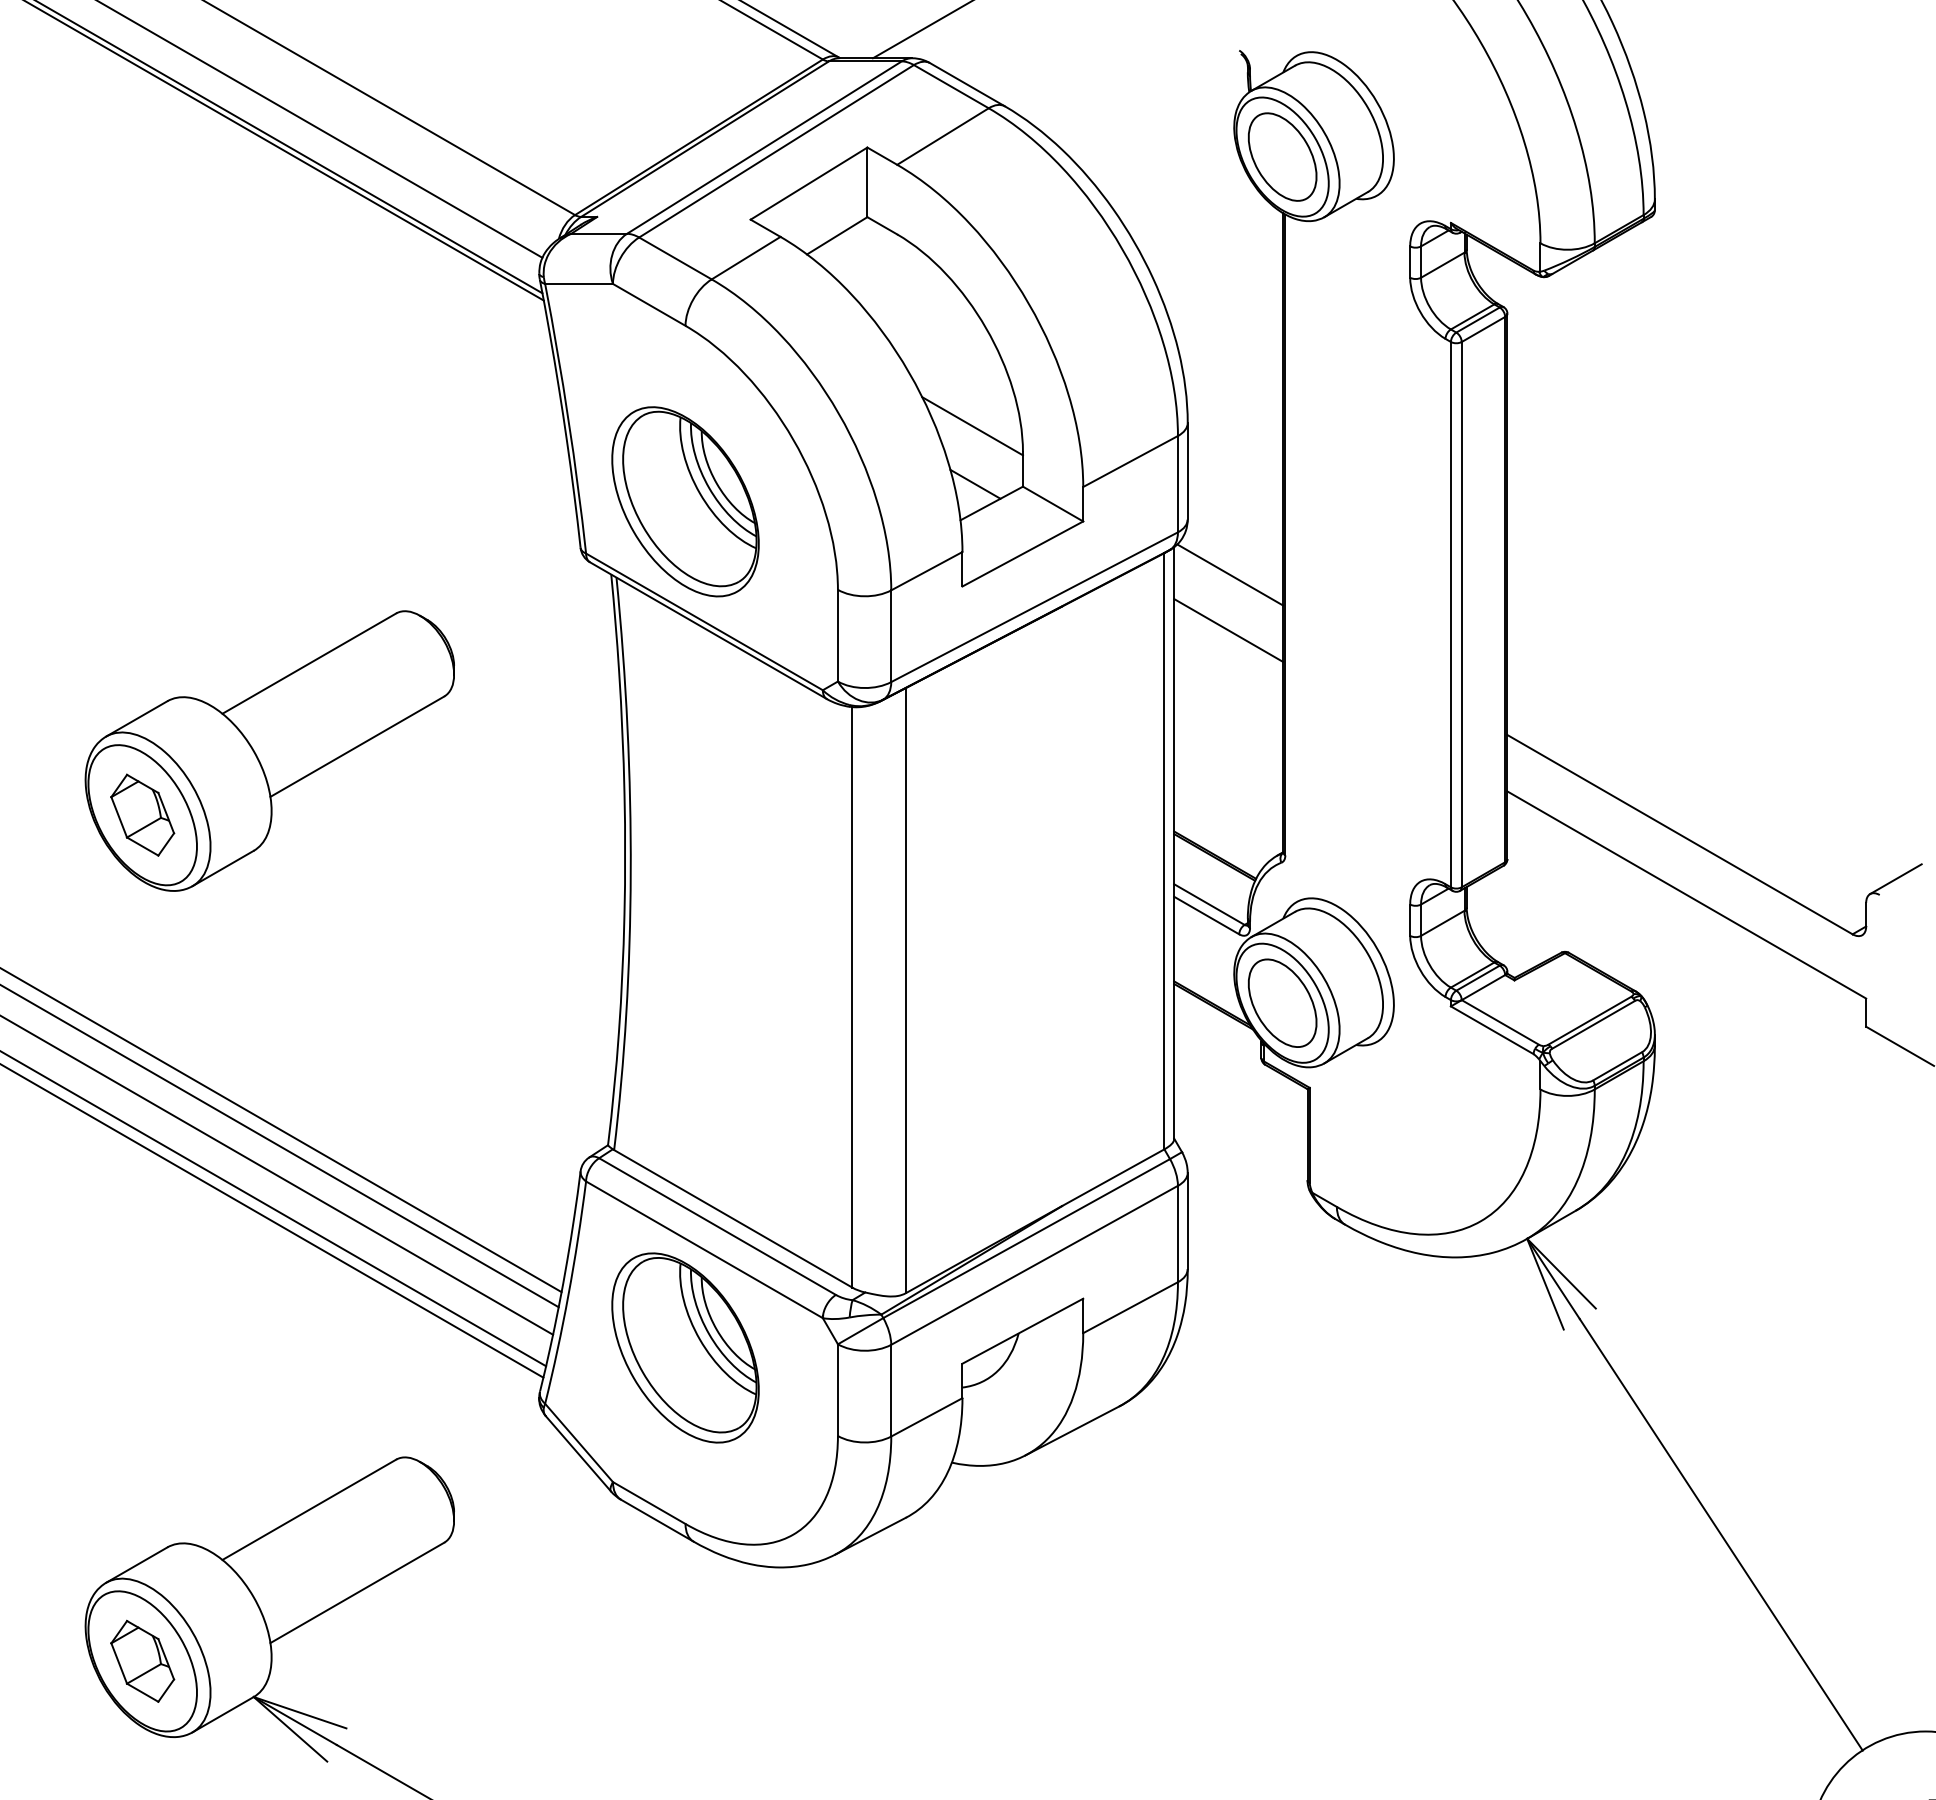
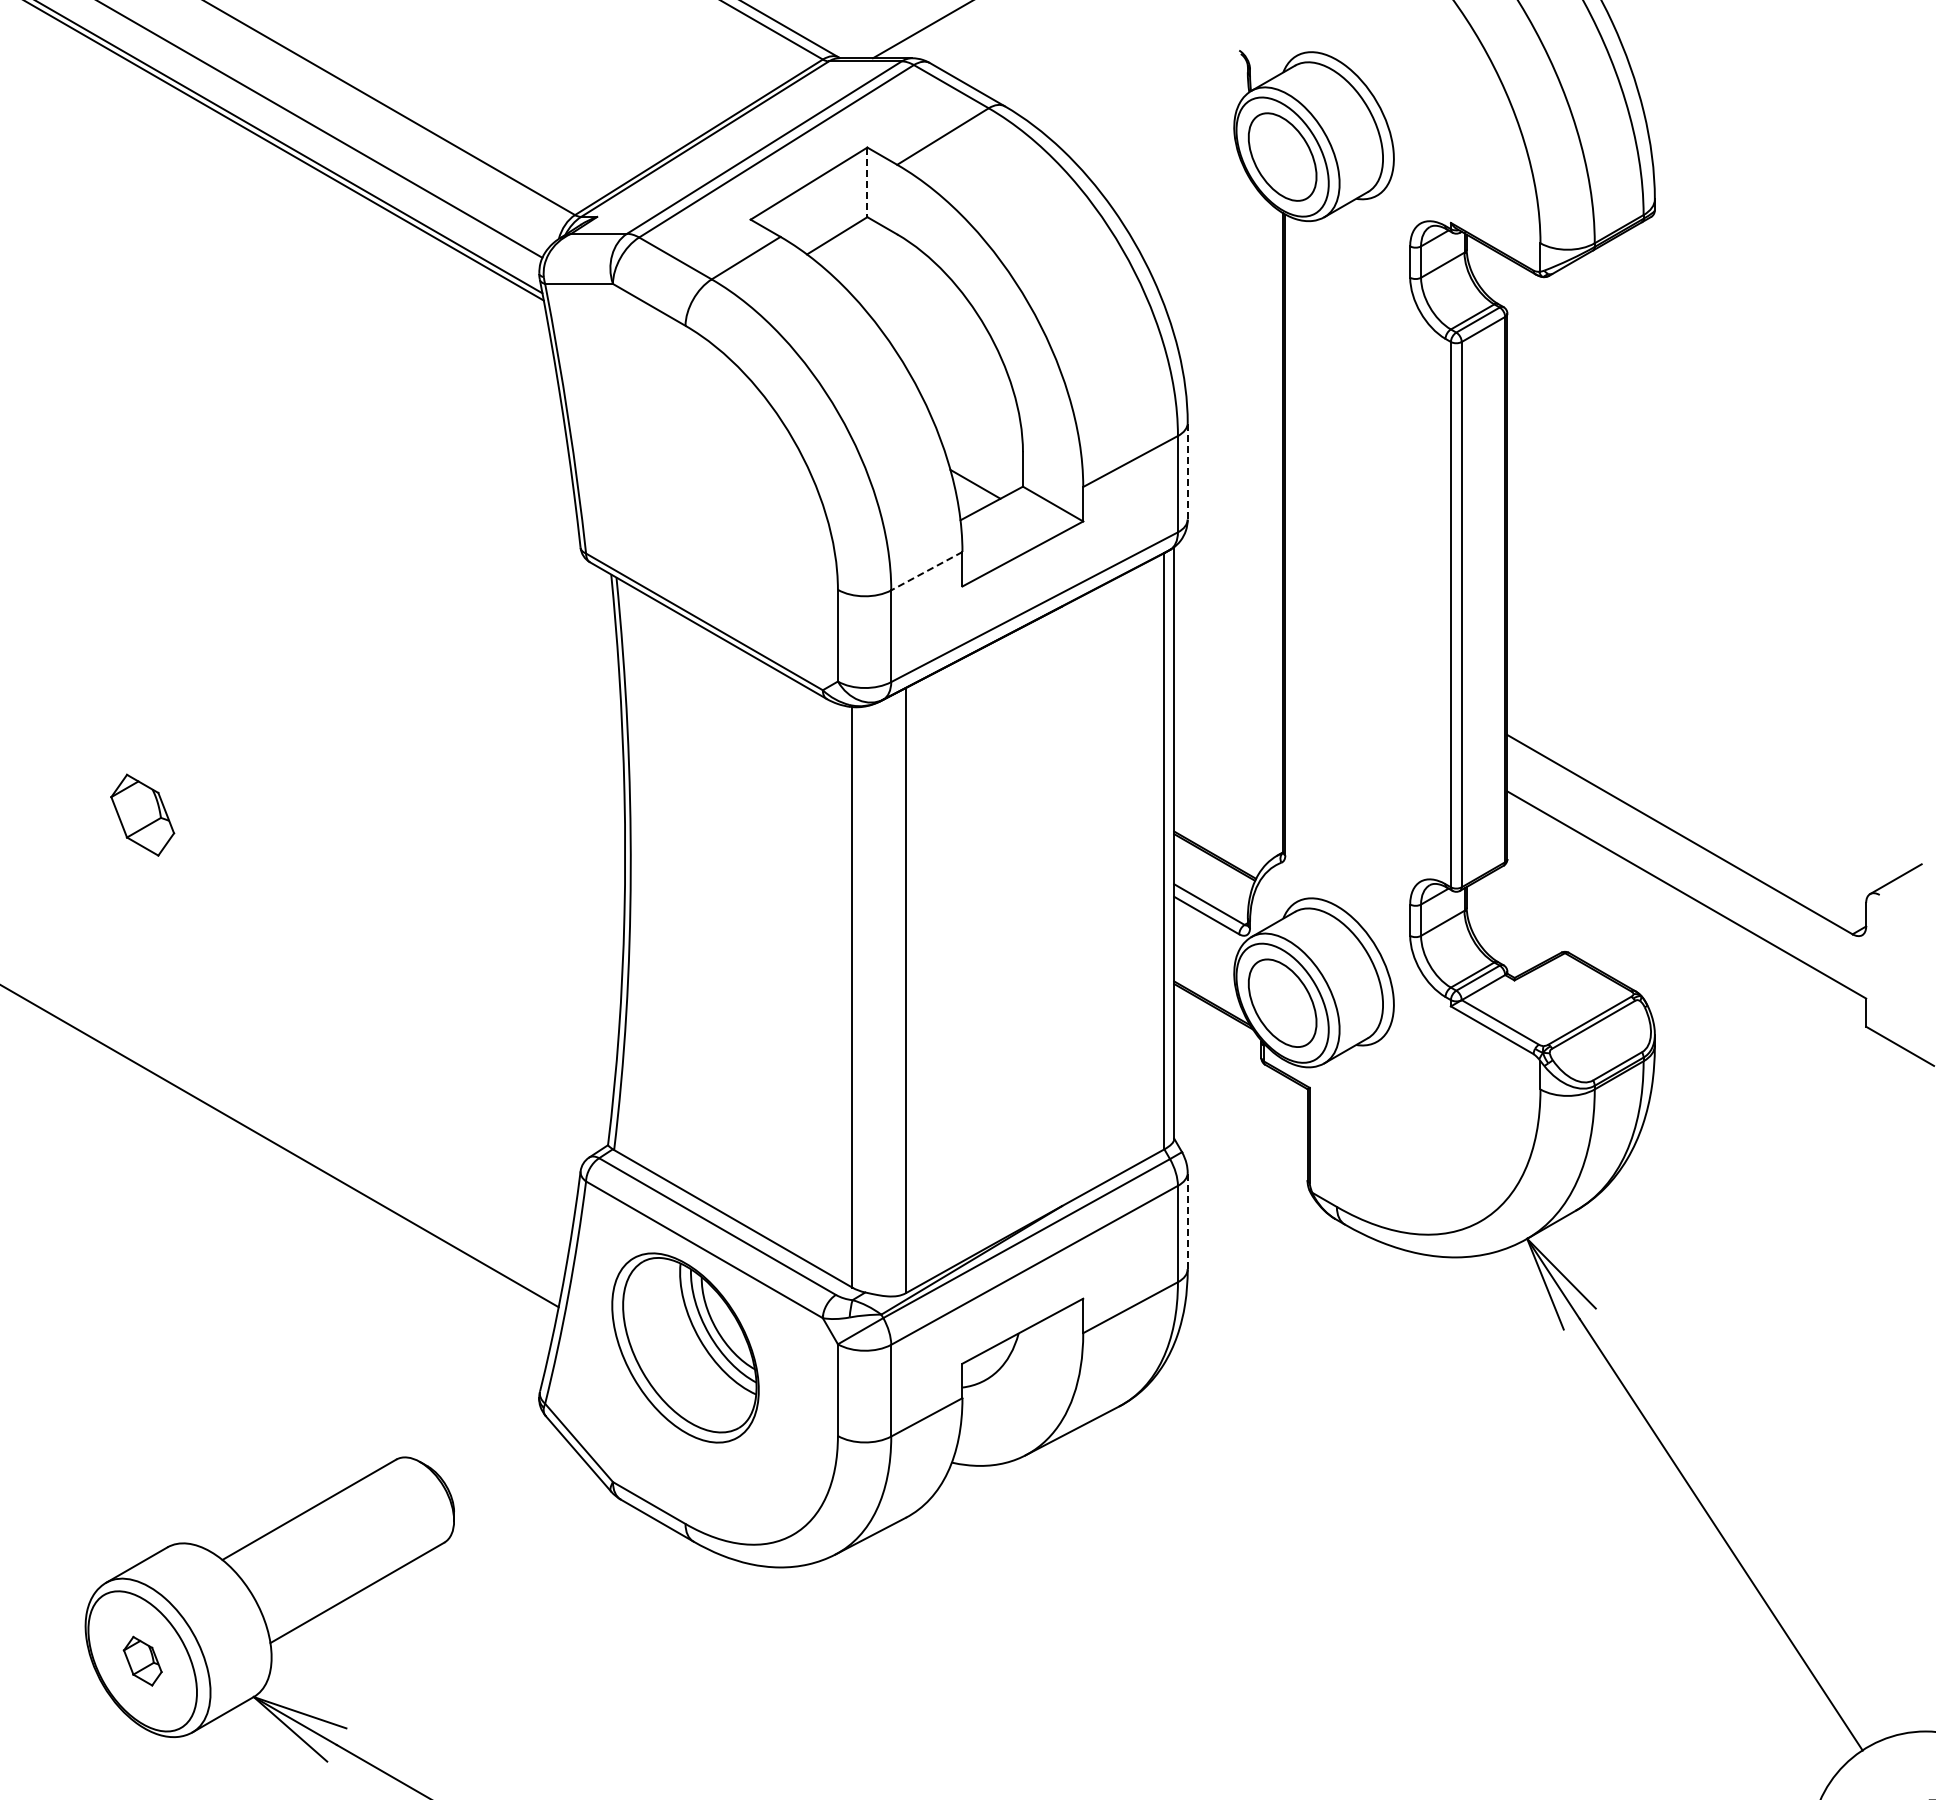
line at (867, 182): solid -> dashed
line at (972, 426): present -> none
line at (1187, 470): solid -> dashed
part at (685, 501): present -> none
line at (926, 571): solid -> dashed
line at (1230, 574): present -> none
line at (1228, 630): present -> none
part at (269, 750): present -> none
line at (281, 1130): present -> none
line at (277, 1175): present -> none
line at (274, 1209): present -> none
line at (1187, 1220): solid -> dashed
line at (272, 1221): present -> none
part at (142, 1660) size: 66x84 px -> 41x52 px
